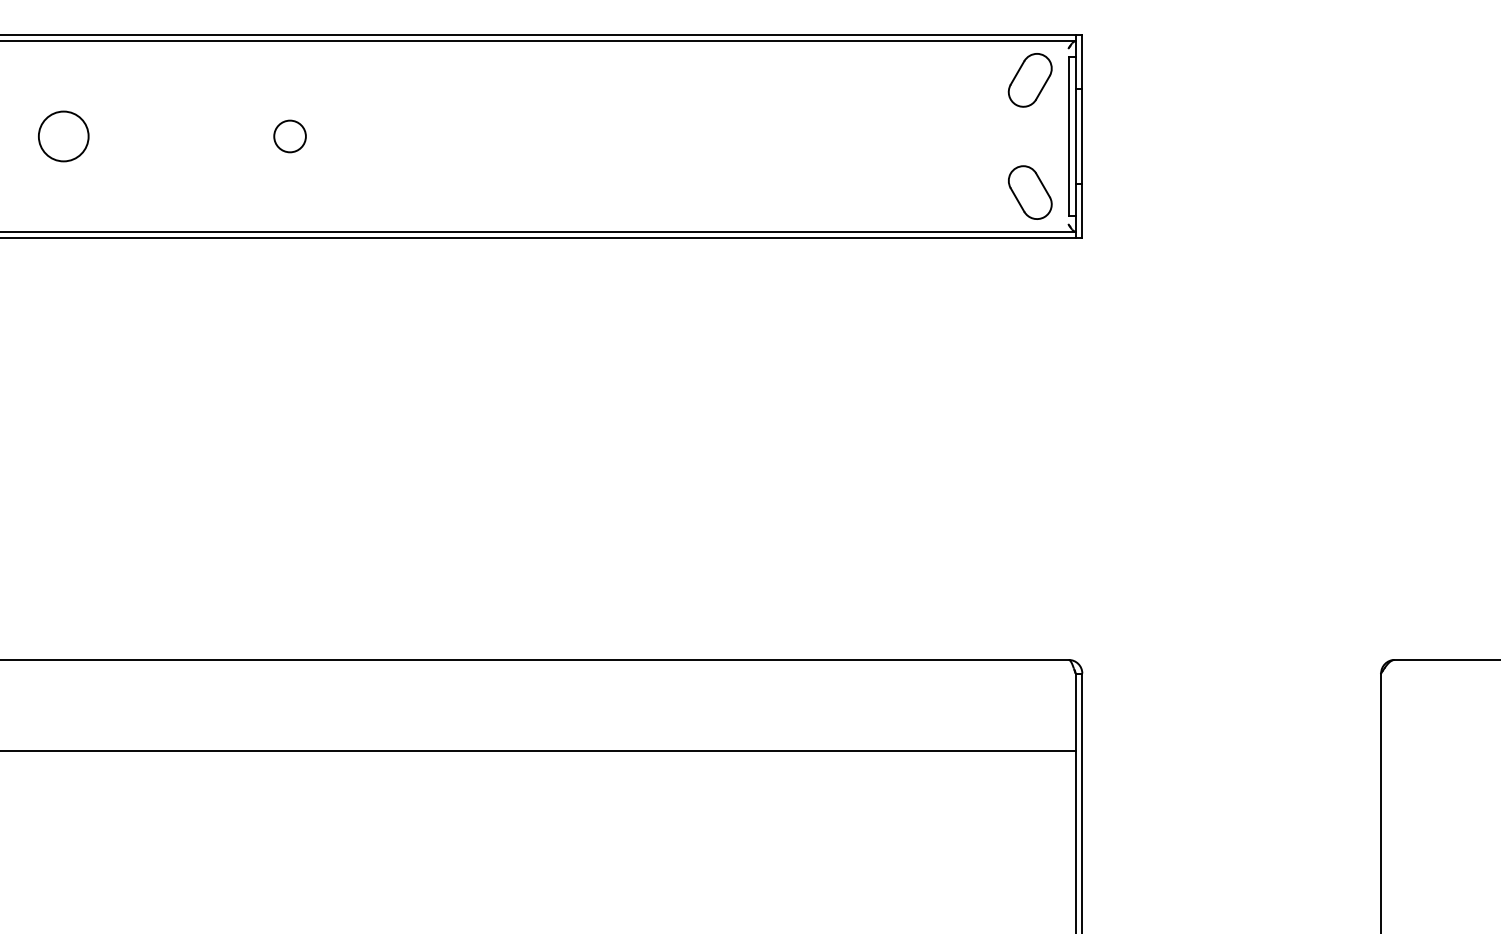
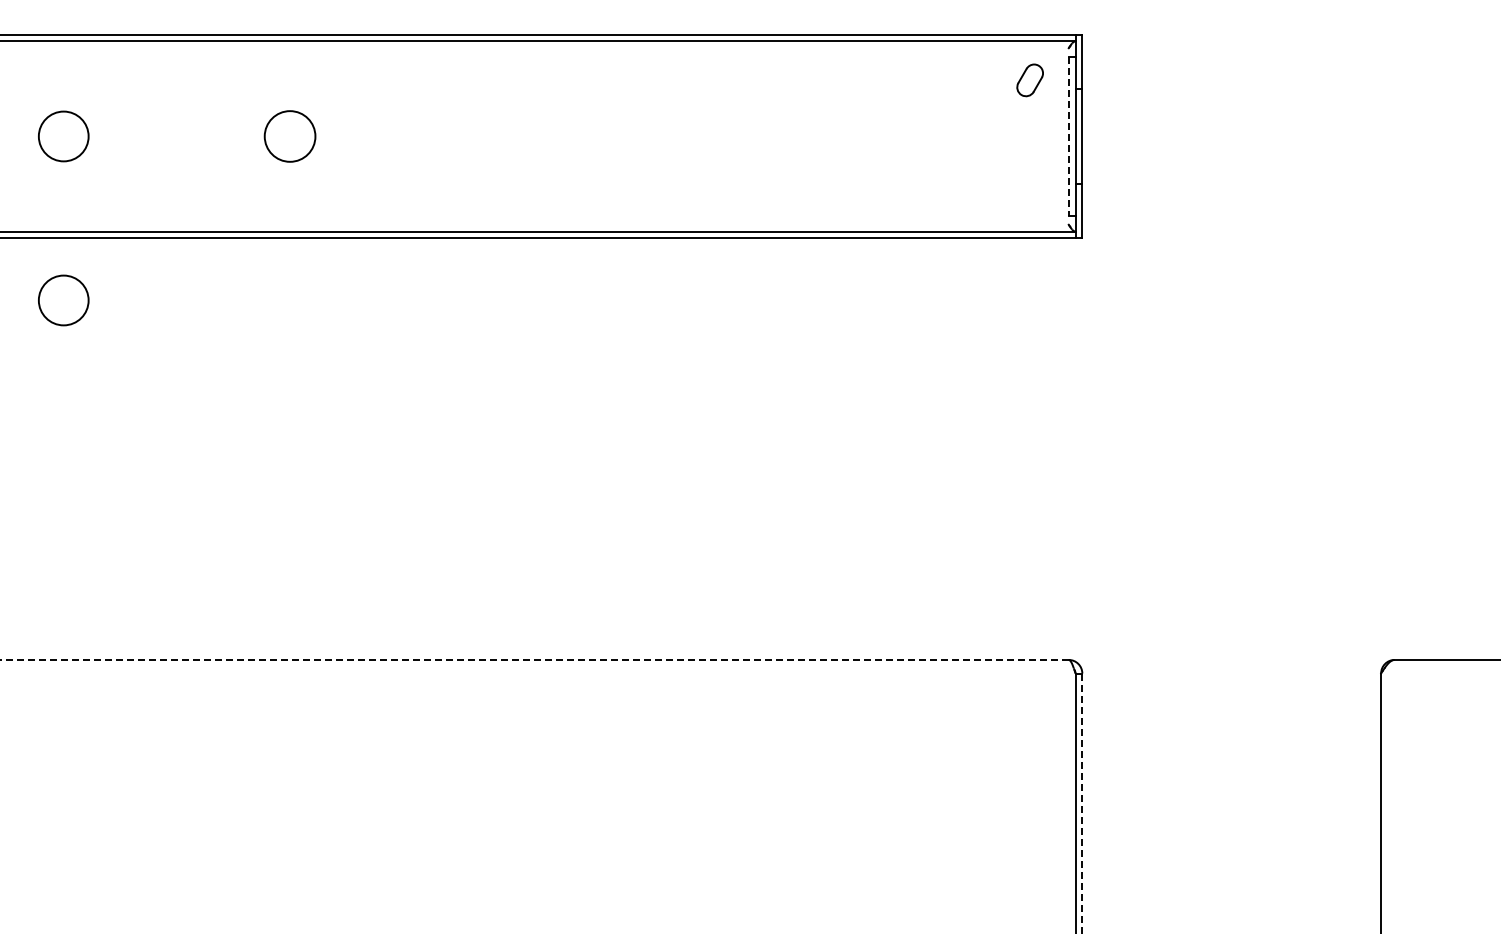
part at (1029, 80) size: 46x55 px -> 28x35 px
circle at (289, 136) diameter: 32 px -> 51 px
line at (1068, 136): solid -> dashed
part at (1030, 192): present -> none
circle at (63, 300): none -> present
line at (534, 659): solid -> dashed
line at (538, 750): present -> none
line at (1082, 803): solid -> dashed
